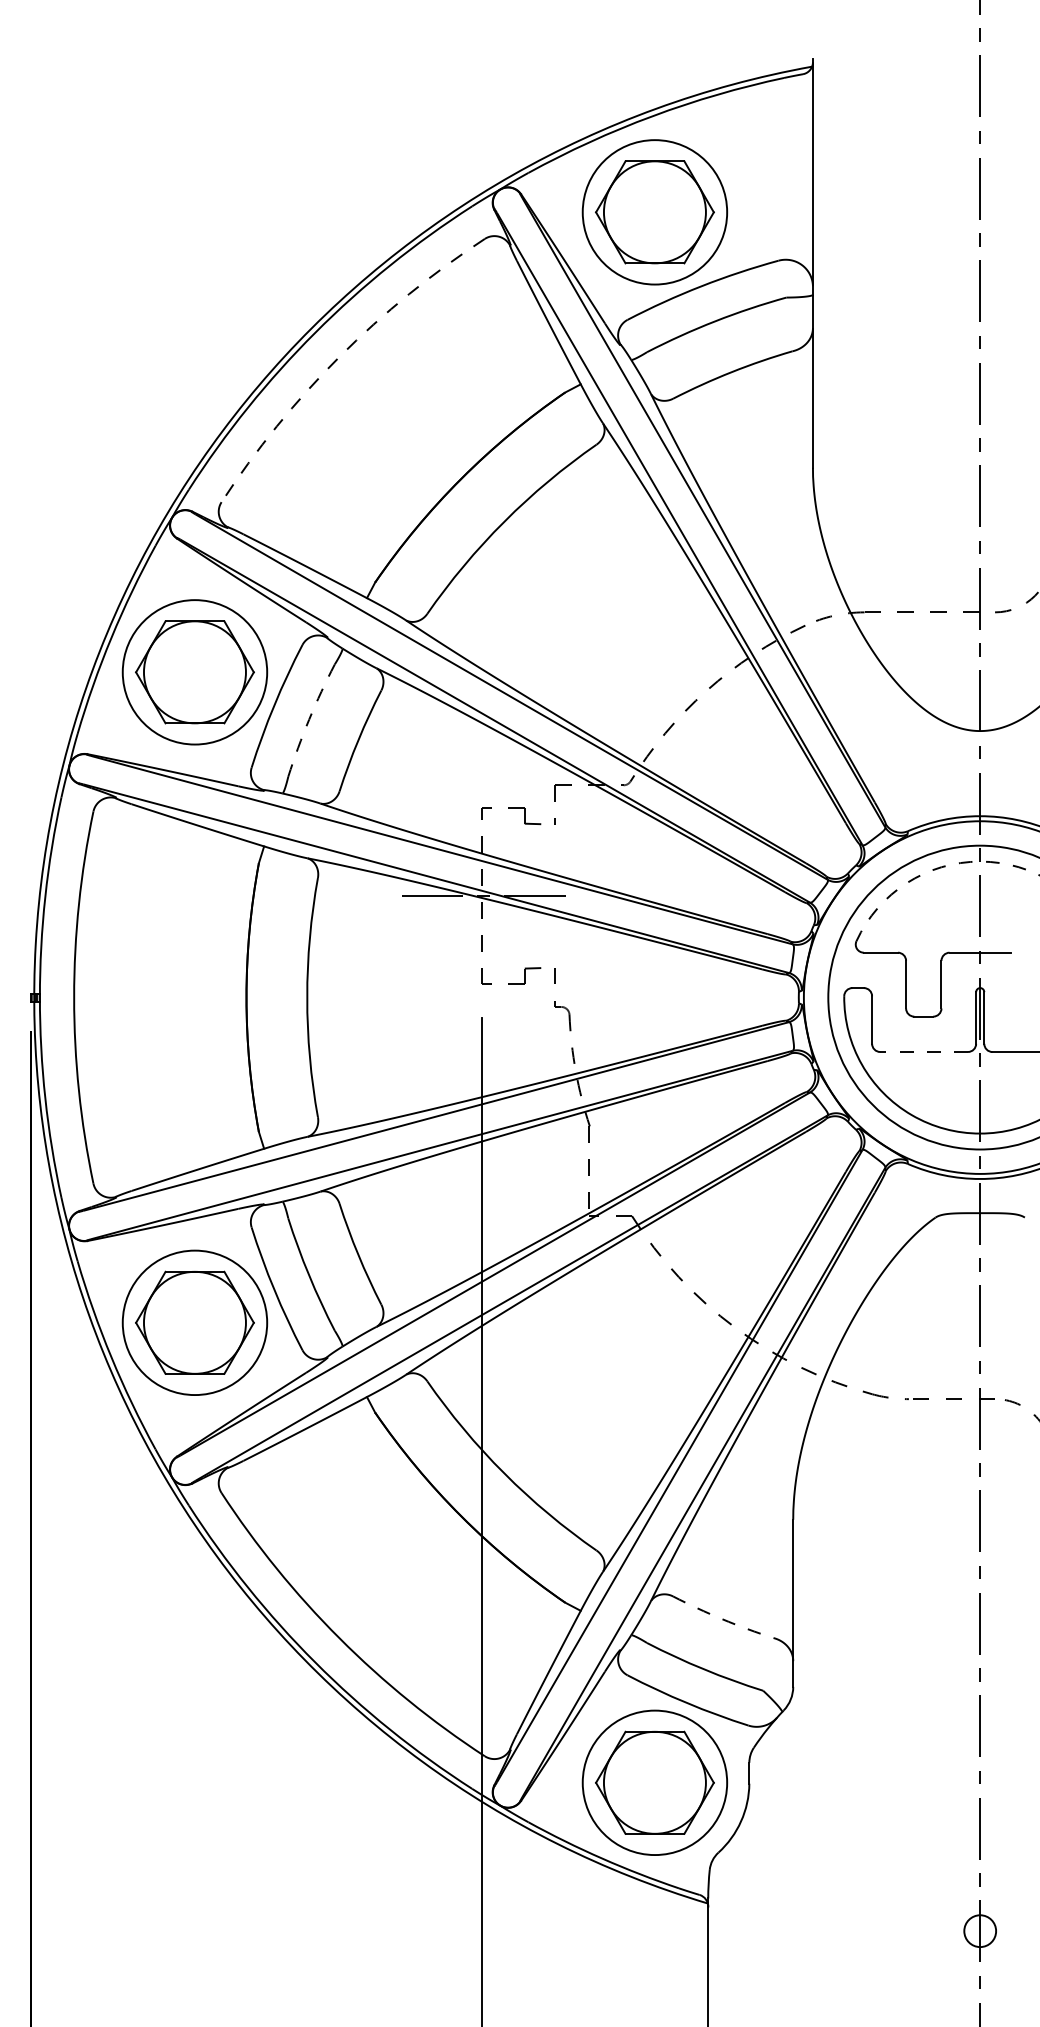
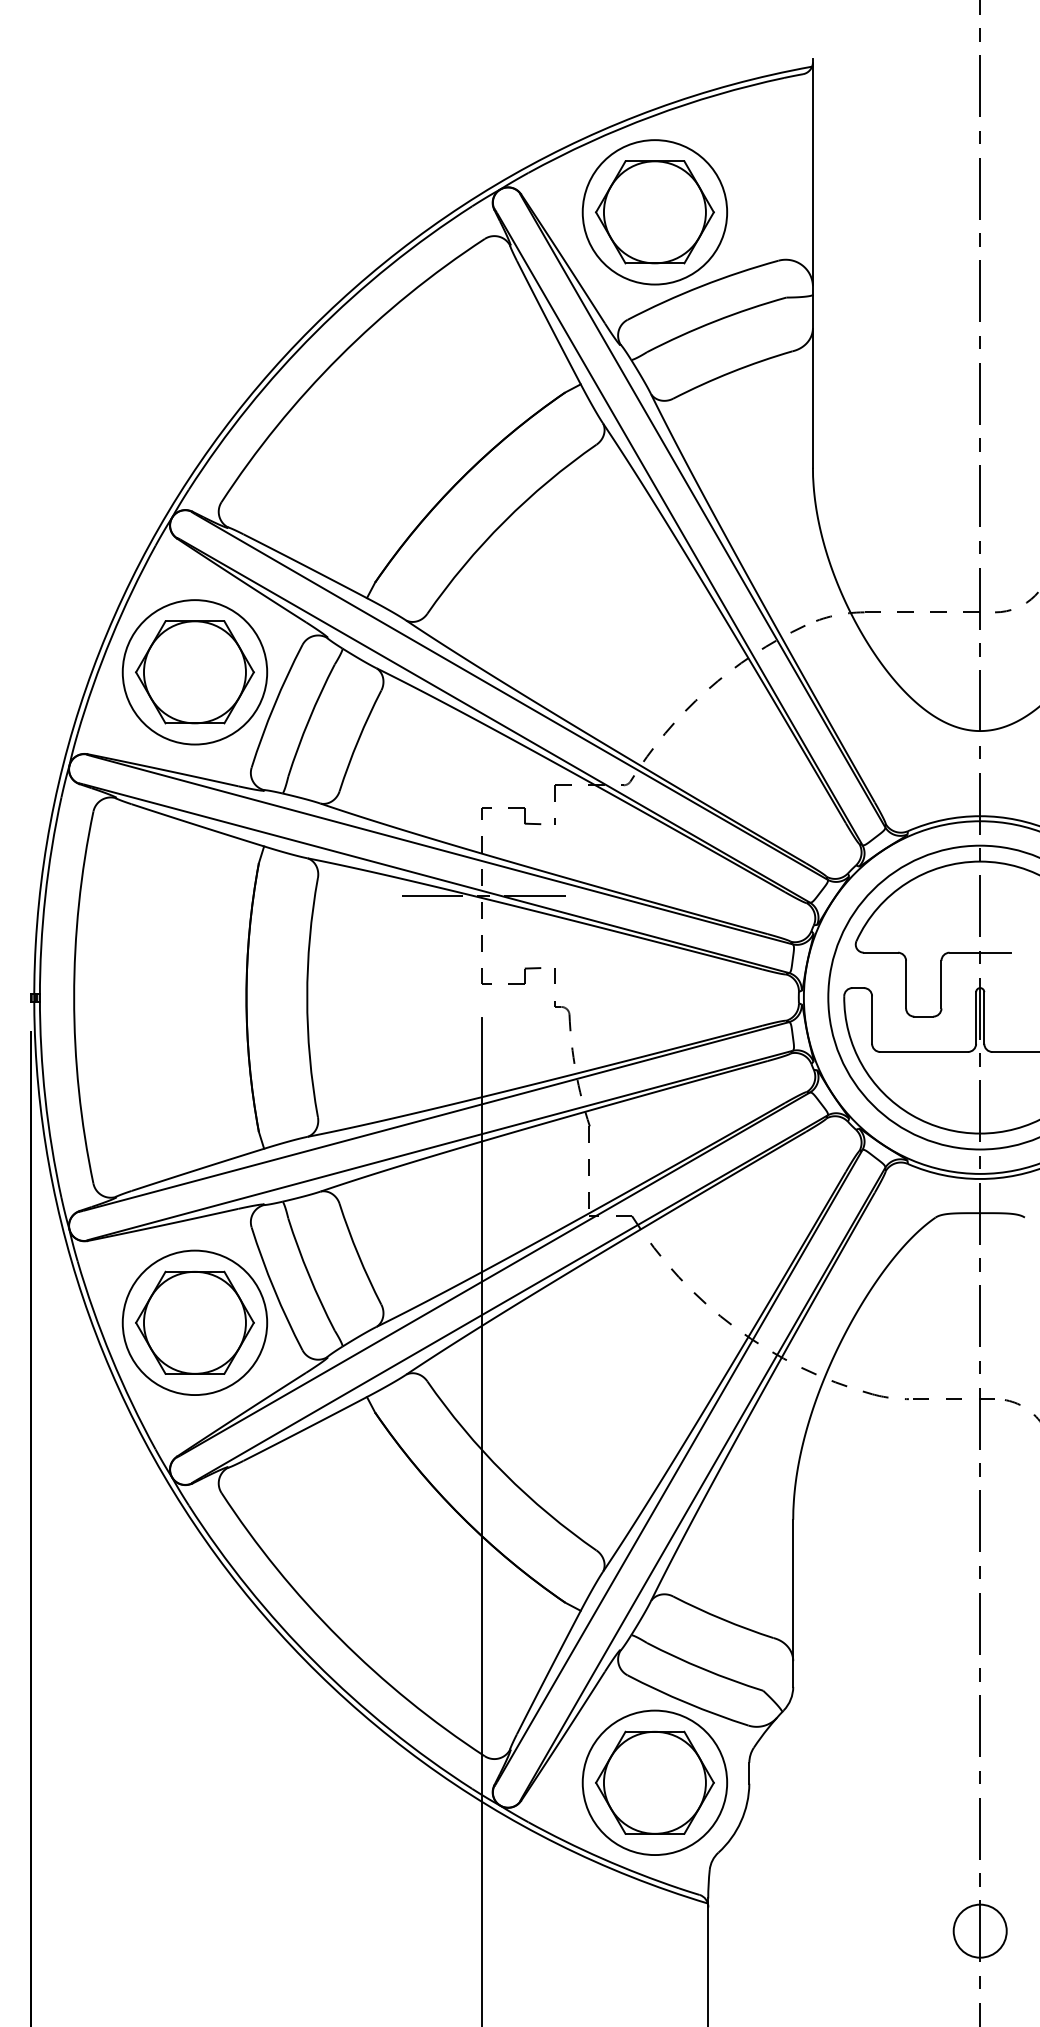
arc at (339, 356): dashed -> solid
arc at (309, 719): dashed -> solid
arc at (933, 869): dashed -> solid
line at (924, 1052): dashed -> solid
arc at (722, 1619): dashed -> solid
circle at (980, 1931) diameter: 32 px -> 53 px
